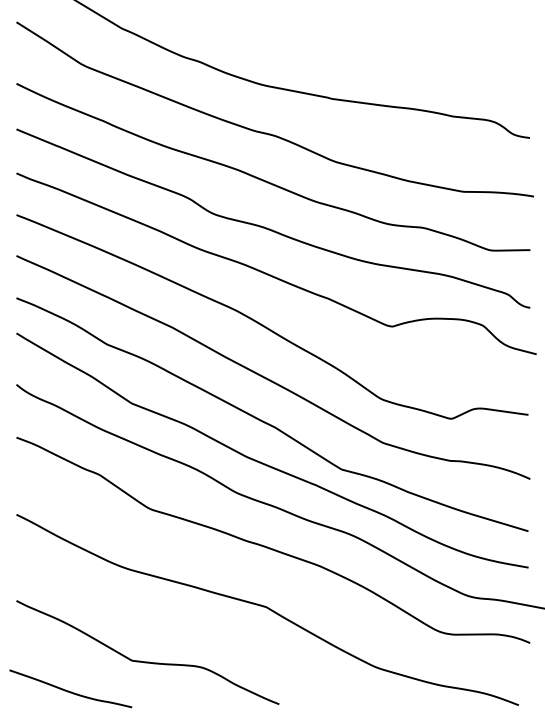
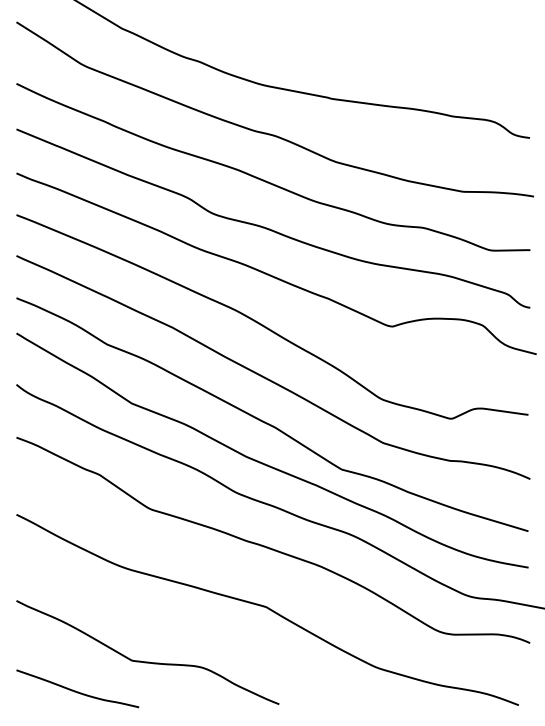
curve at (68, 690) position: (68, 690) -> (75, 690)
